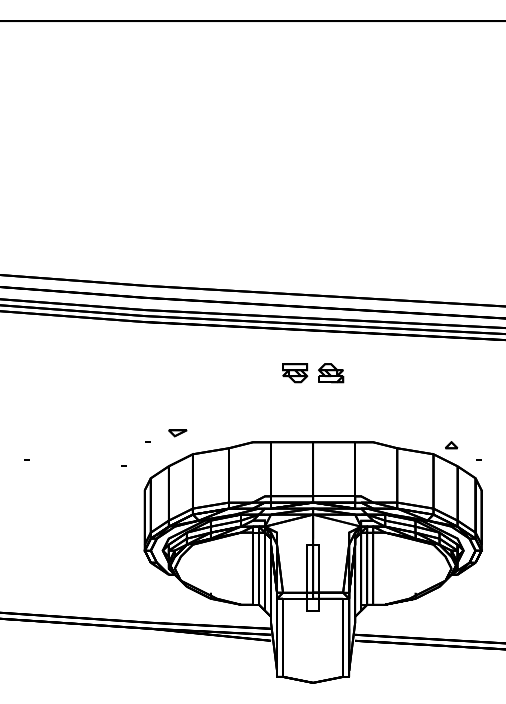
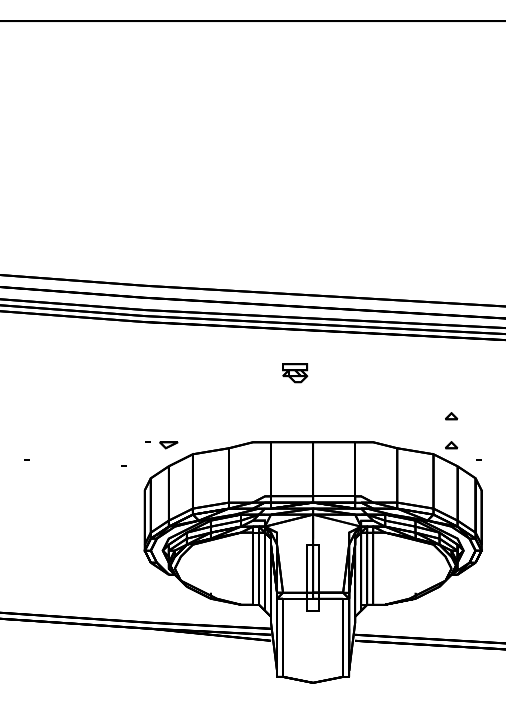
part at (331, 373): present -> none
part at (451, 416): none -> present
part at (177, 433) position: (177, 433) -> (168, 445)
